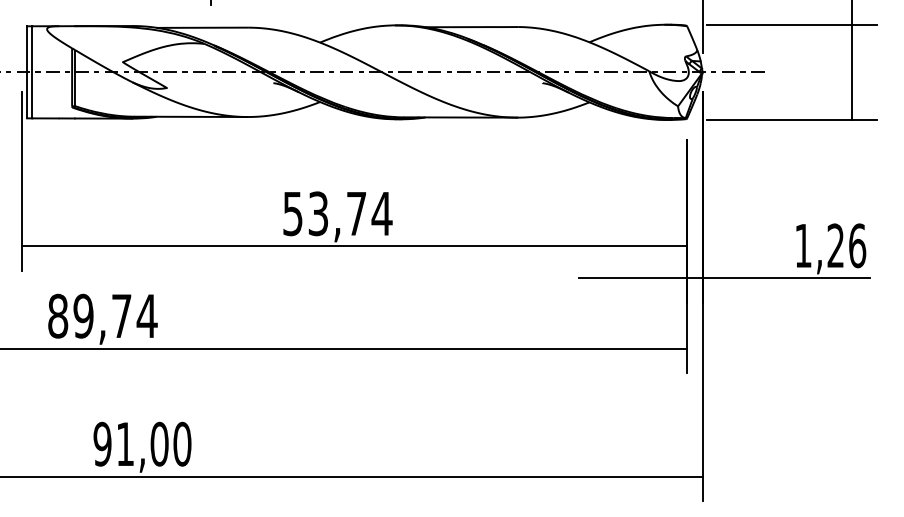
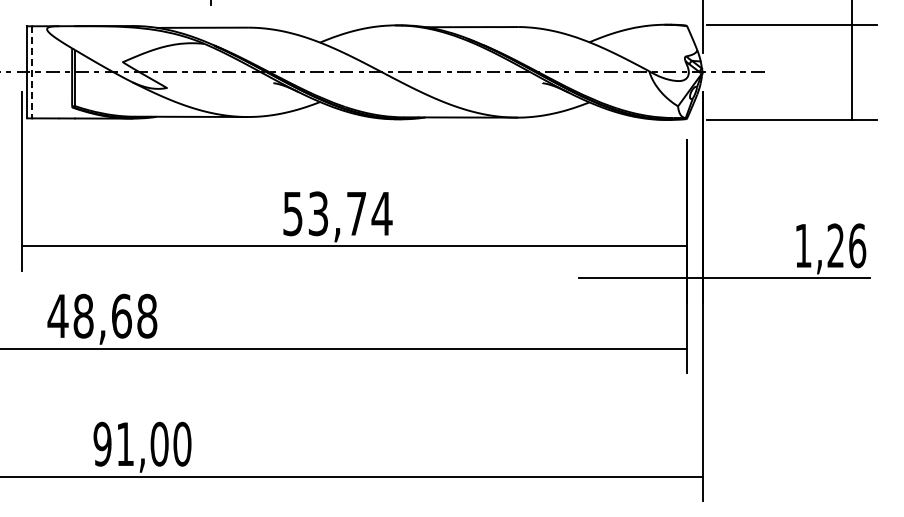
line at (32, 72): solid -> dashed
text at (102, 315): 89,74 -> 48,68
